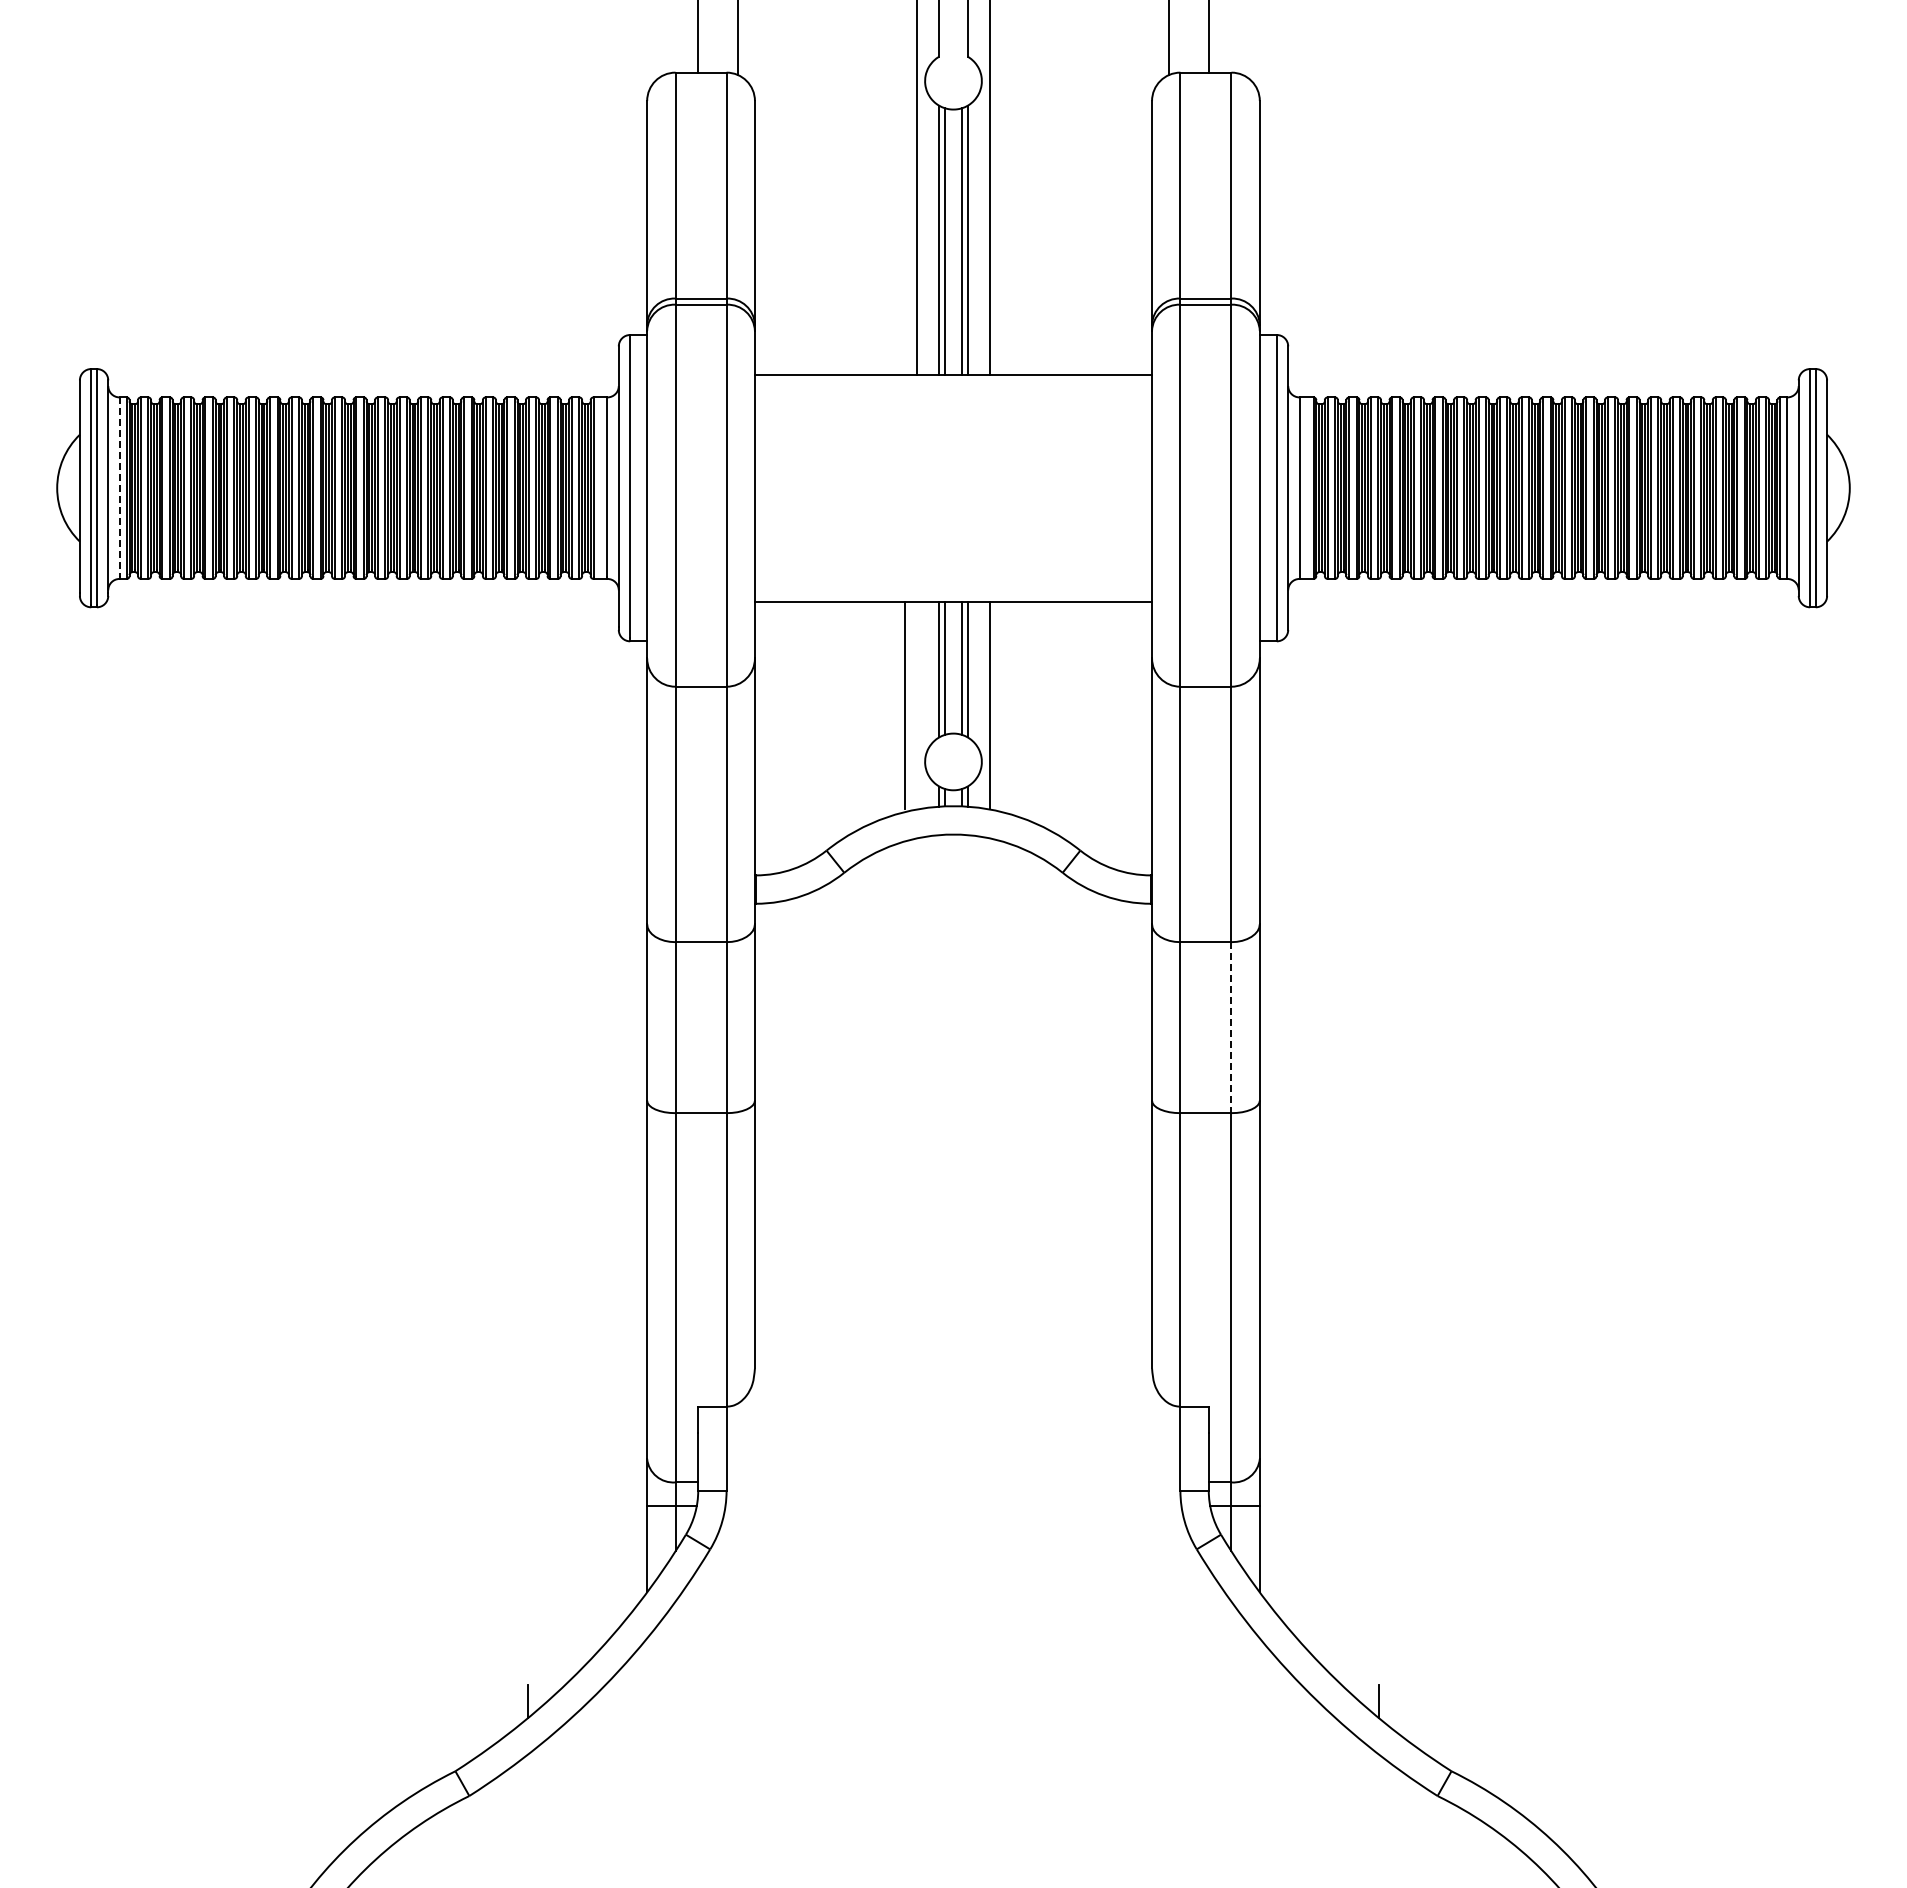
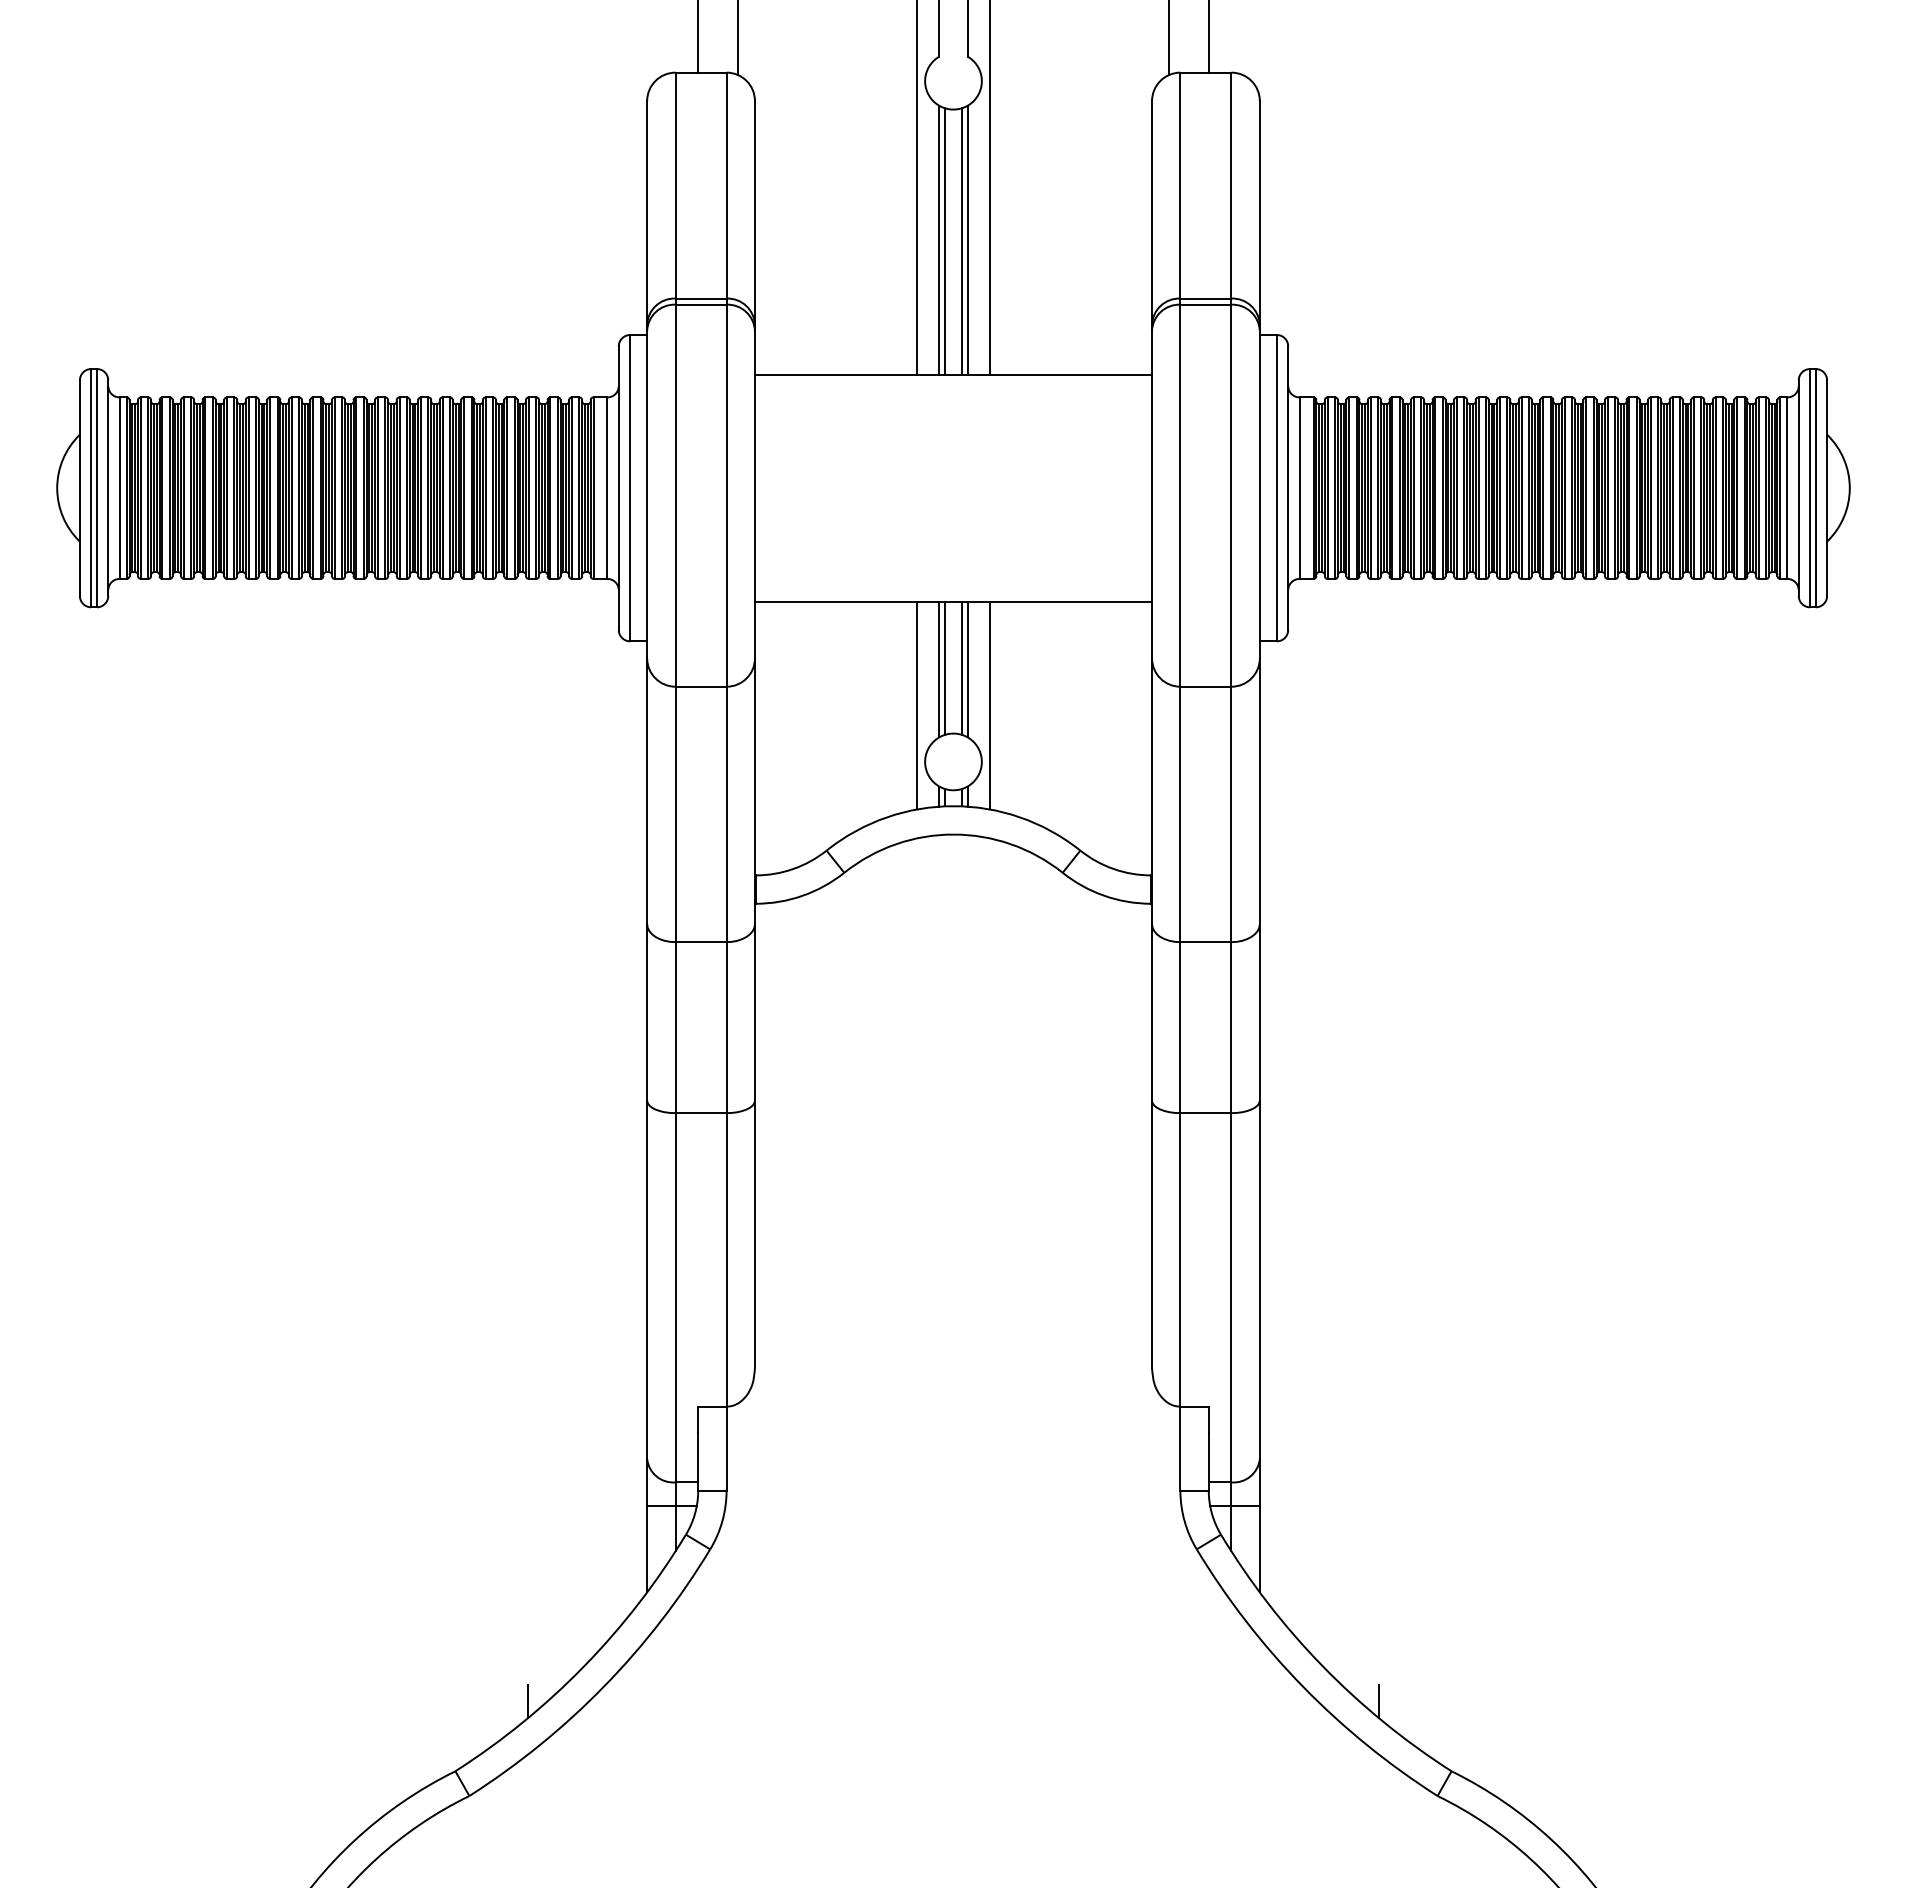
line at (119, 487): dashed -> solid
line at (905, 705) position: (905, 705) -> (917, 705)
line at (1231, 1028): dashed -> solid
